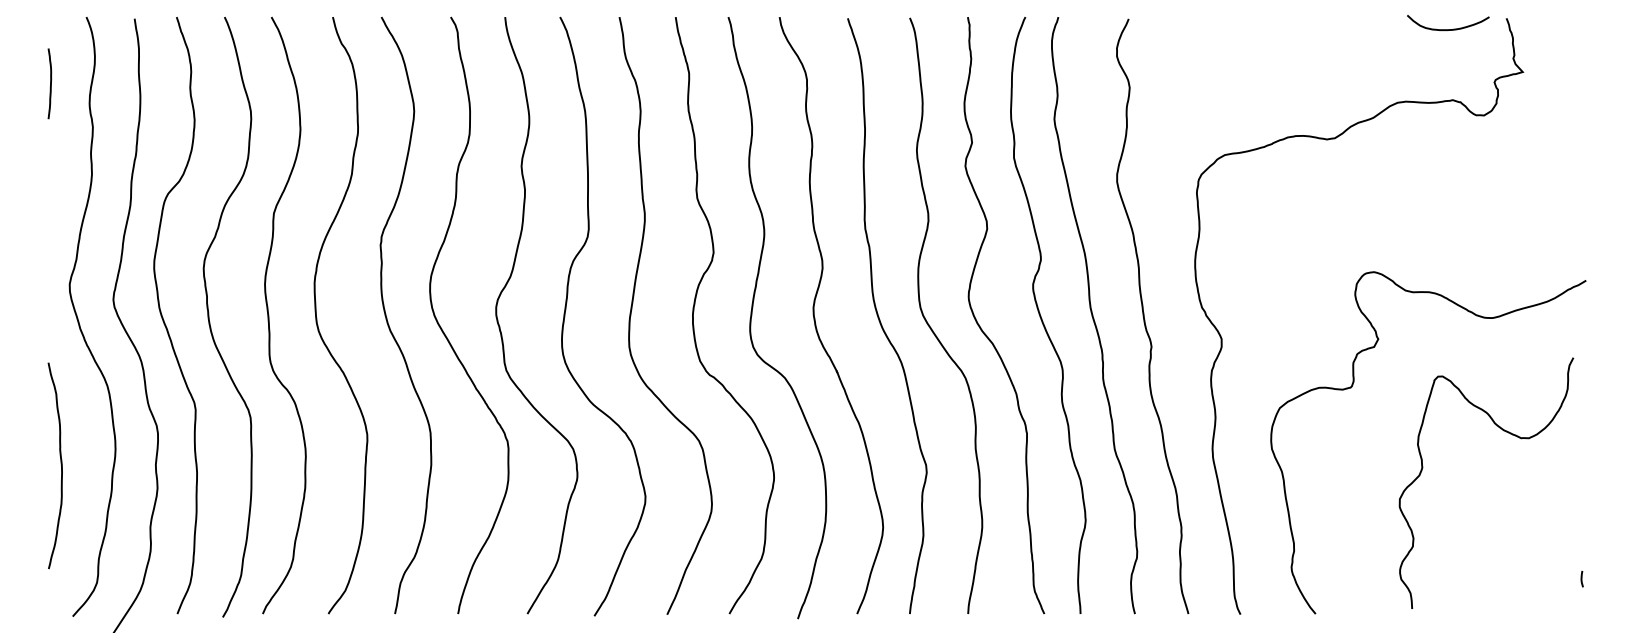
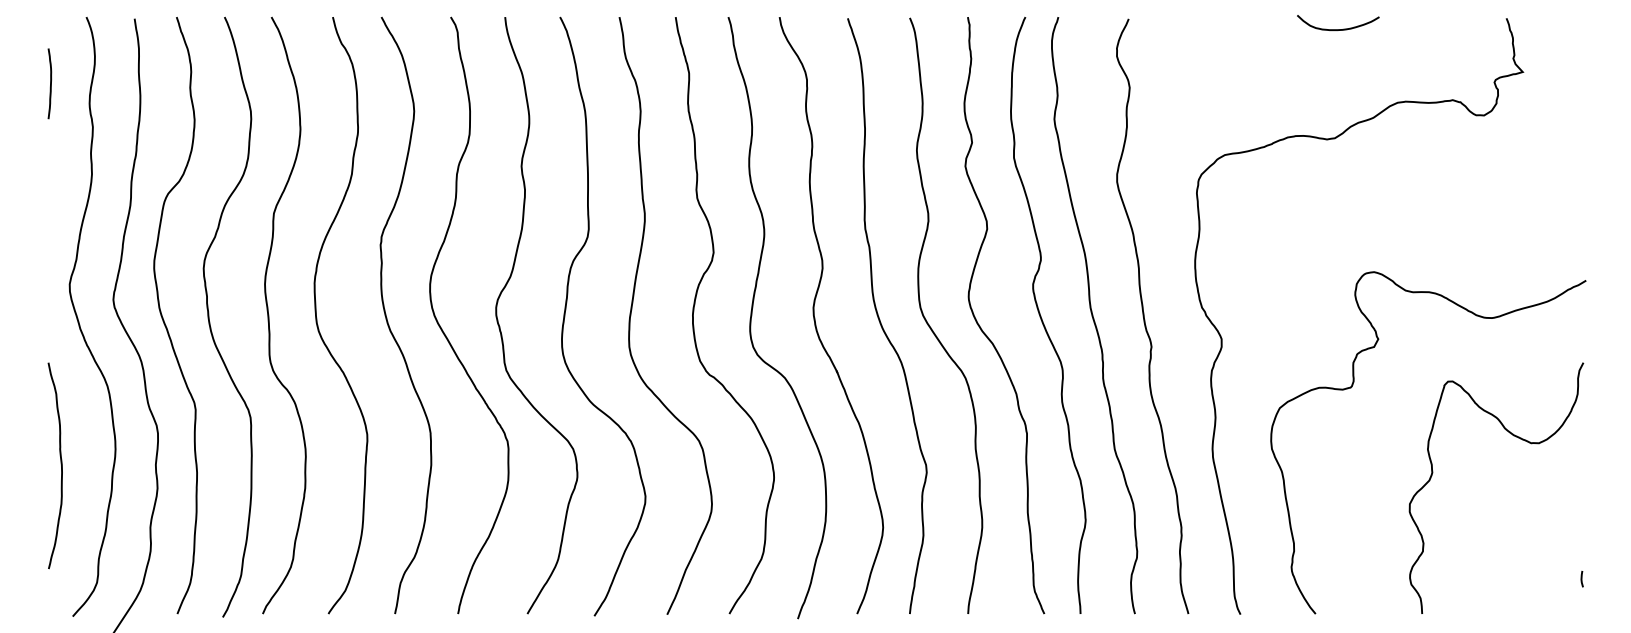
curve at (1448, 29) position: (1448, 29) -> (1338, 29)
curve at (1510, 434) position: (1510, 434) -> (1520, 439)
